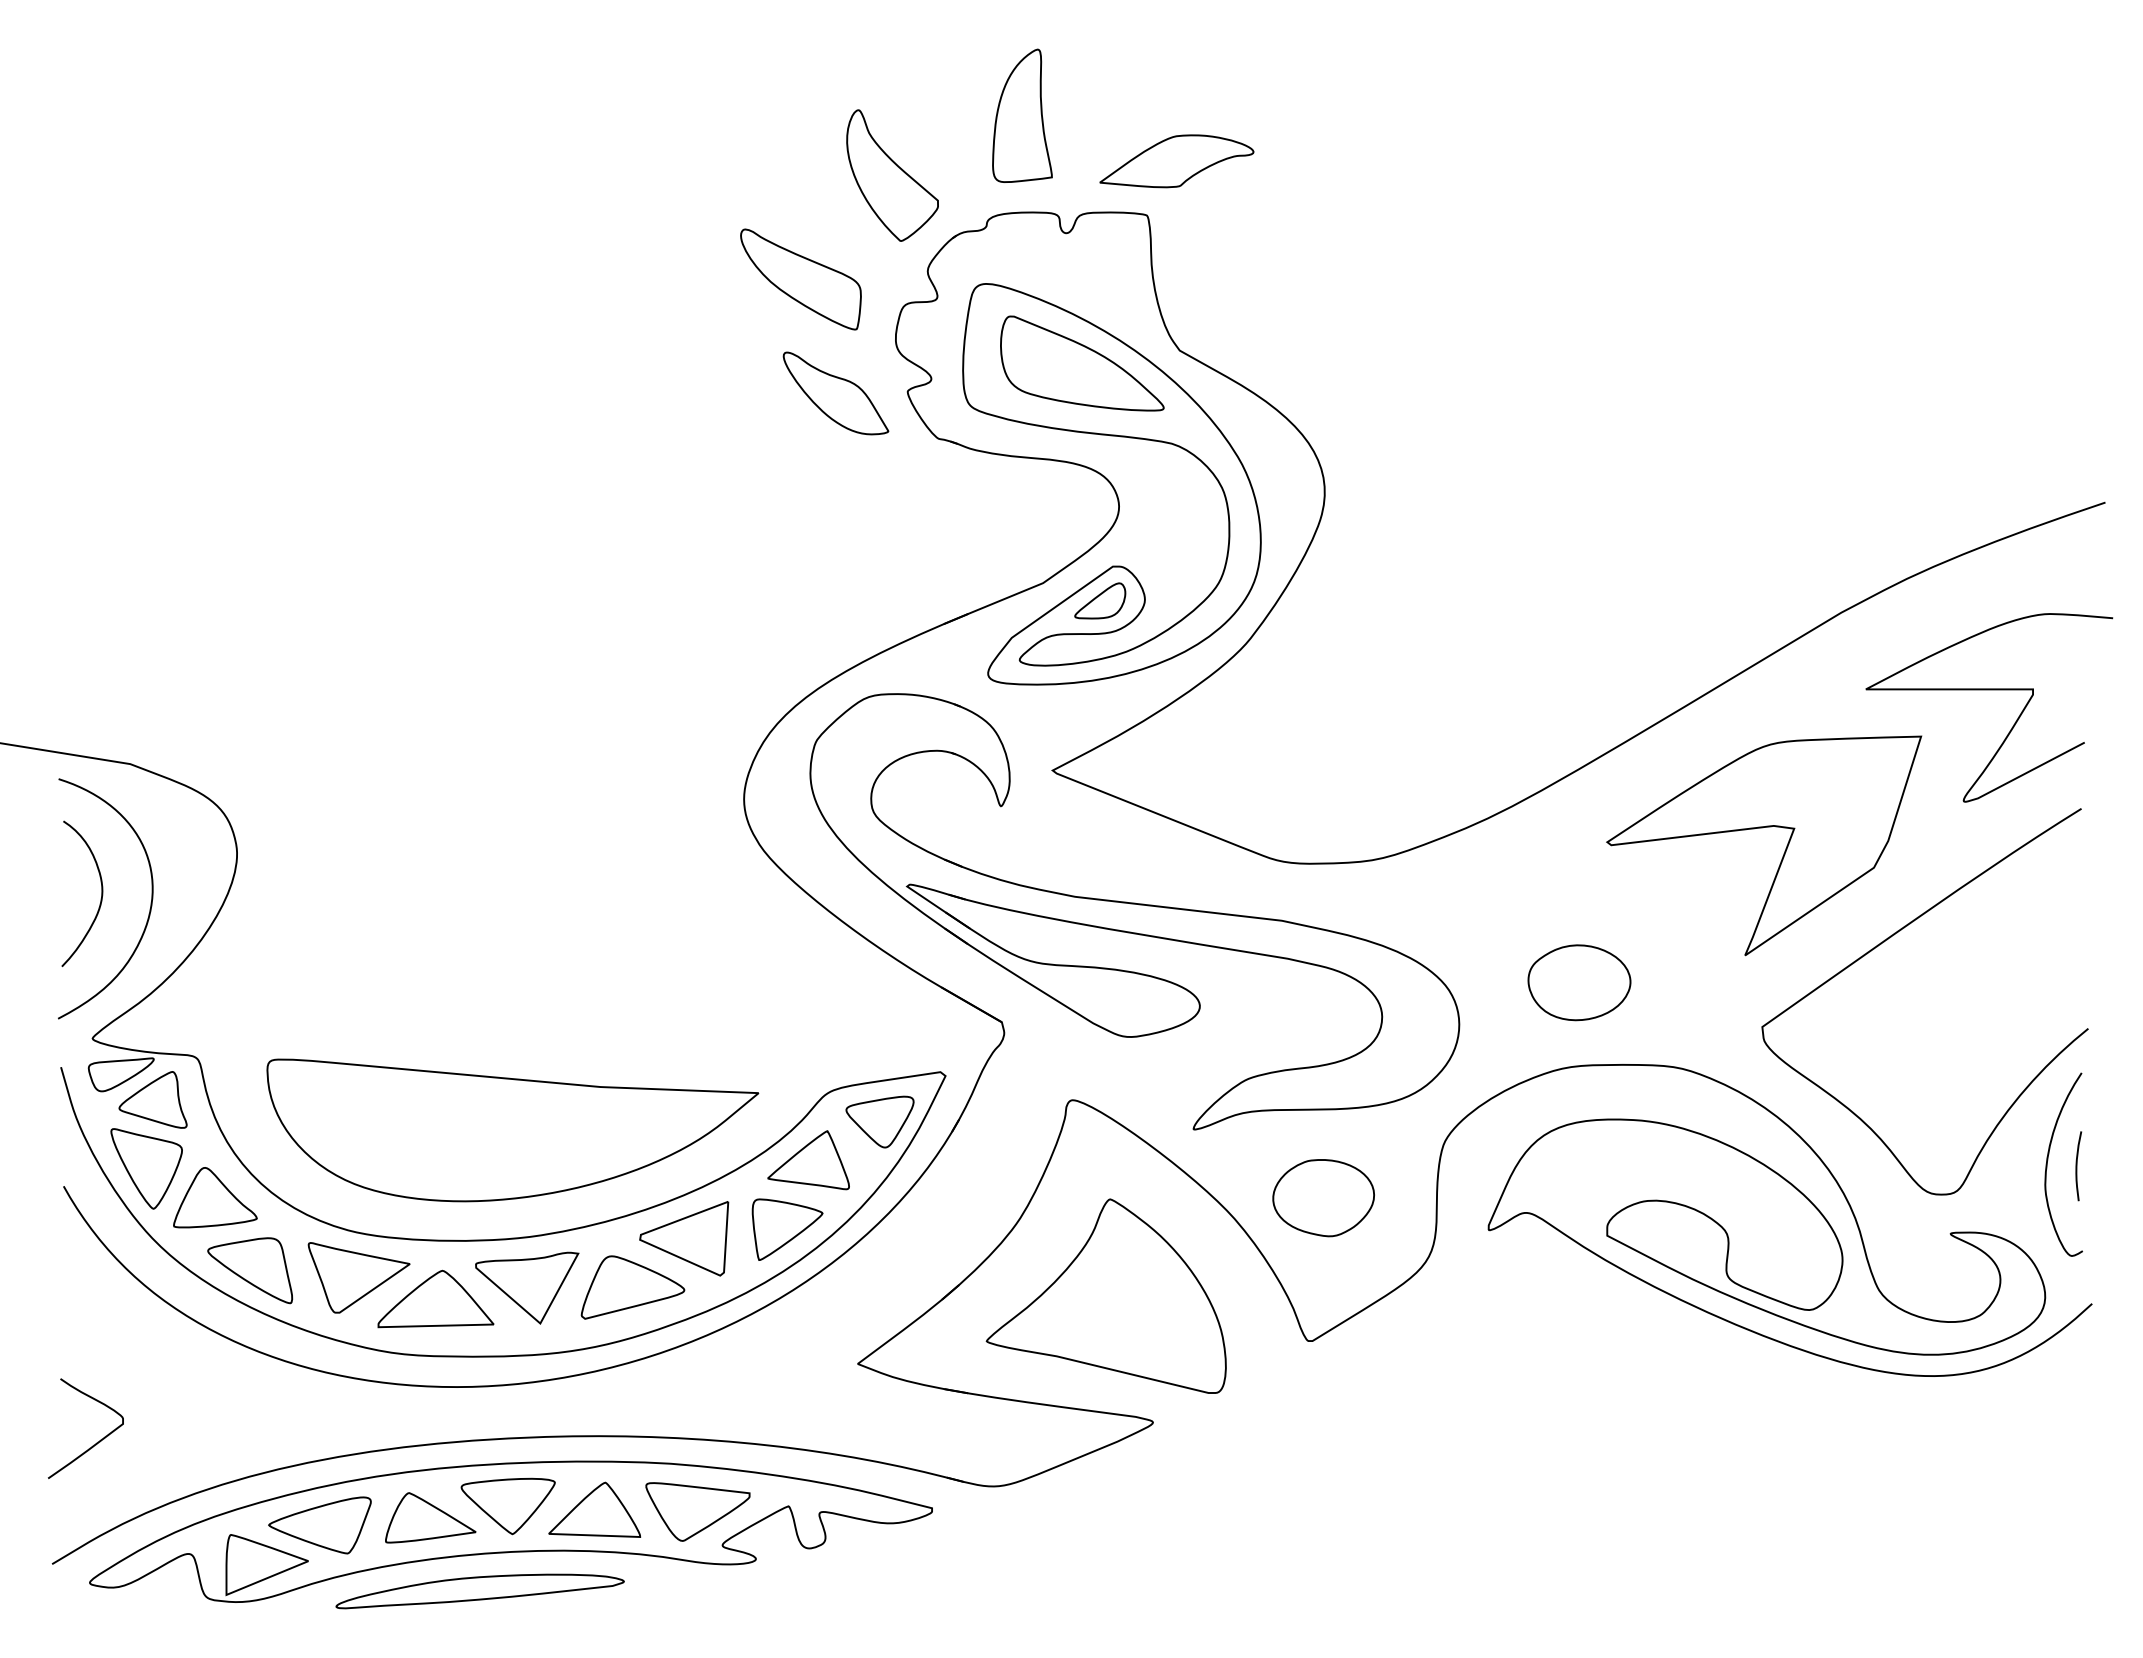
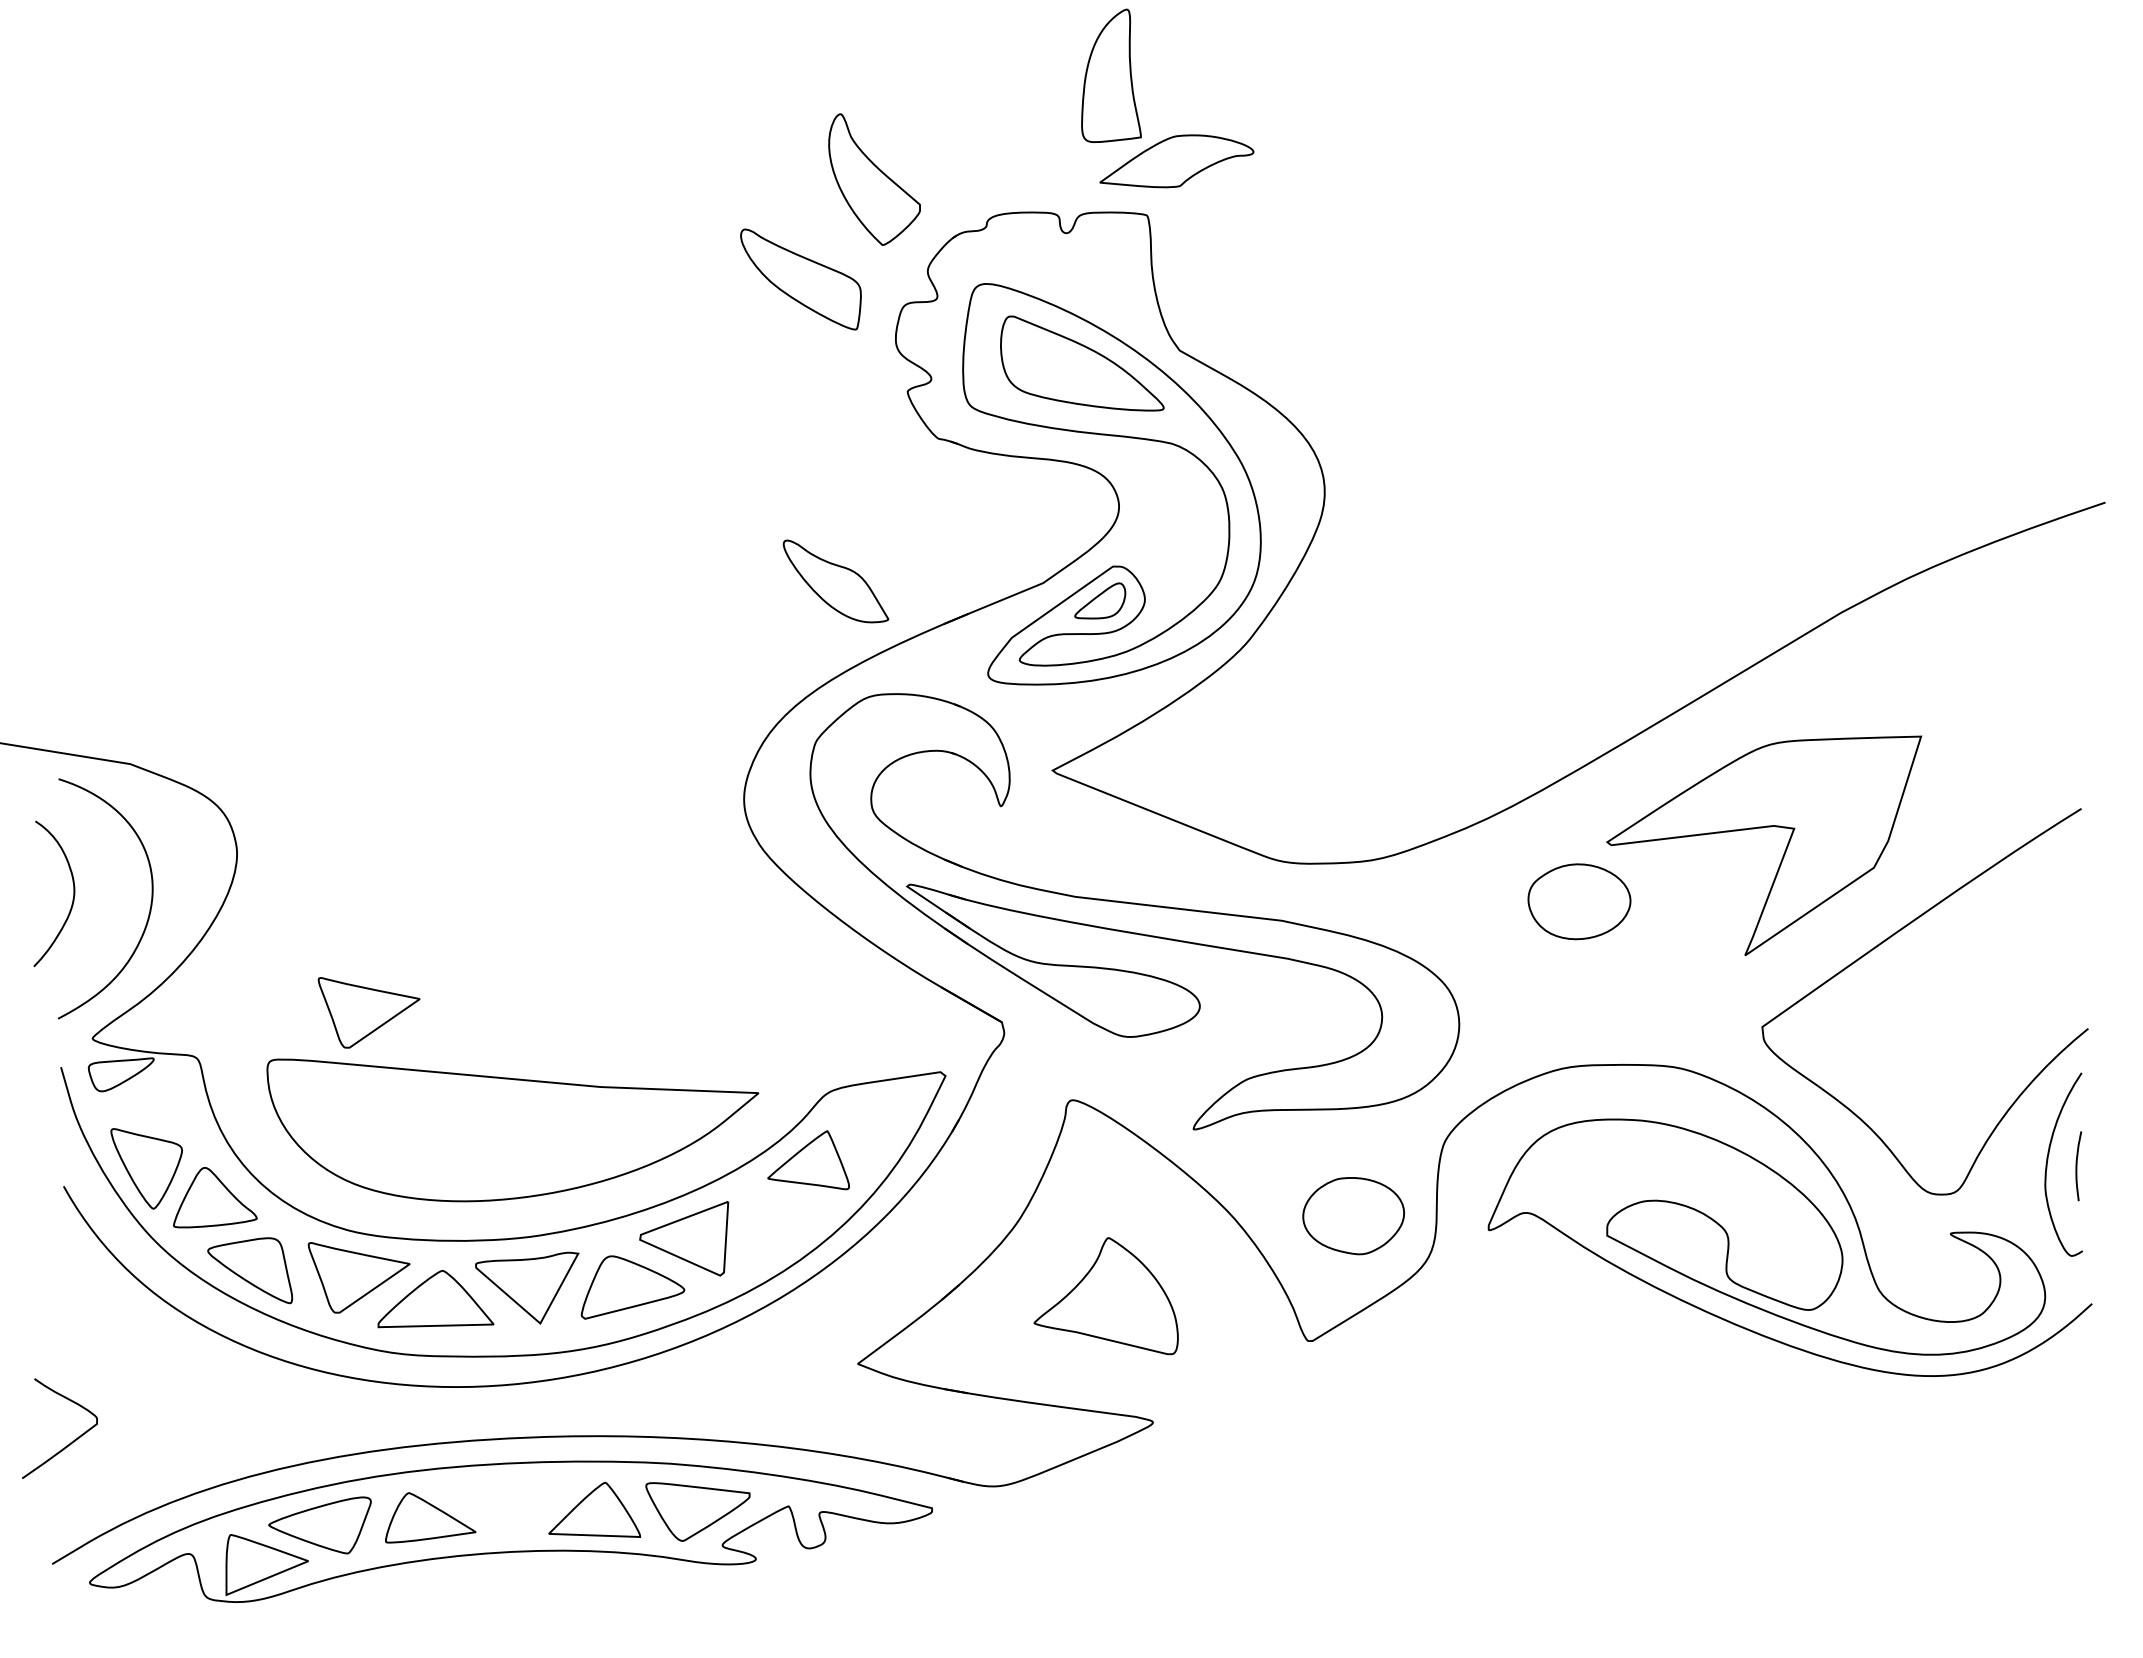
part at (1022, 115) position: (1022, 115) -> (1111, 75)
part at (892, 175) position: (892, 175) -> (874, 179)
part at (835, 393) position: (835, 393) -> (835, 581)
curve at (1989, 690): present -> none
curve at (100, 898) position: (100, 898) -> (72, 898)
part at (1579, 982) position: (1579, 982) -> (1579, 901)
part at (368, 1012): none -> present
part at (152, 1099): present -> none
part at (879, 1121): present -> none
part at (1323, 1198) position: (1323, 1198) -> (1353, 1216)
part at (787, 1229): present -> none
part at (1105, 1295) size: 242x196 px -> 146x119 px
curve at (96, 1442) position: (96, 1442) -> (70, 1442)
part at (507, 1506): present -> none
part at (479, 1591): present -> none
